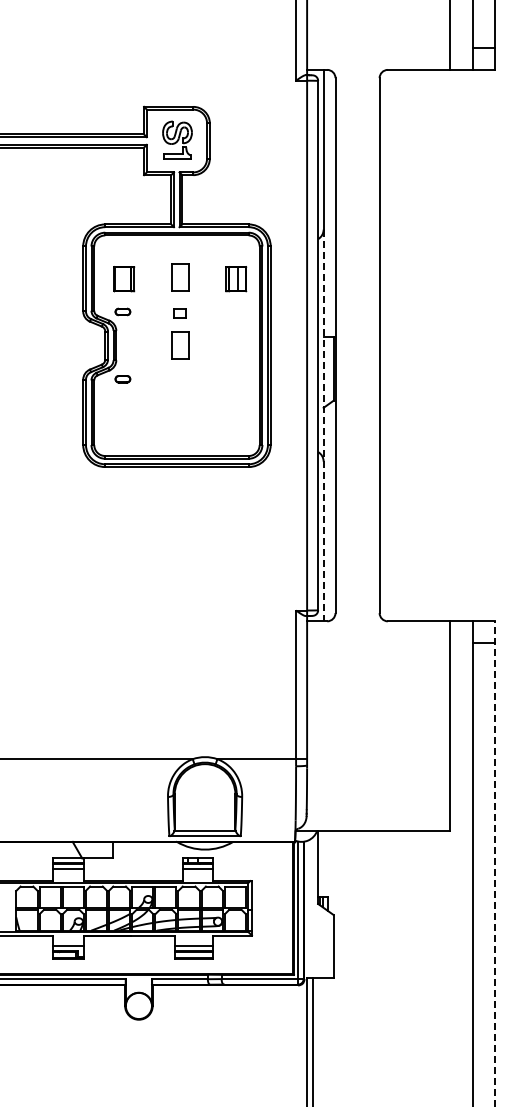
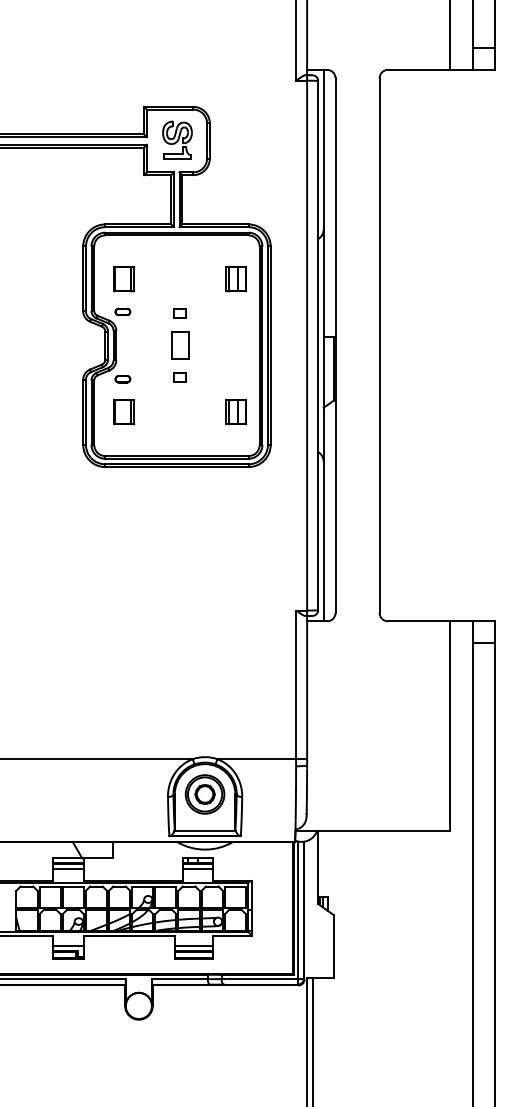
part at (180, 277): present -> none
part at (179, 377): none -> present
part at (124, 411): none -> present
part at (236, 412): none -> present
line at (323, 425): dashed -> solid
part at (204, 794): none -> present
line at (494, 864): dashed -> solid
